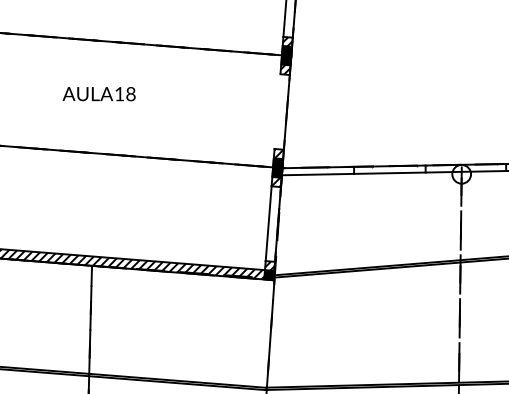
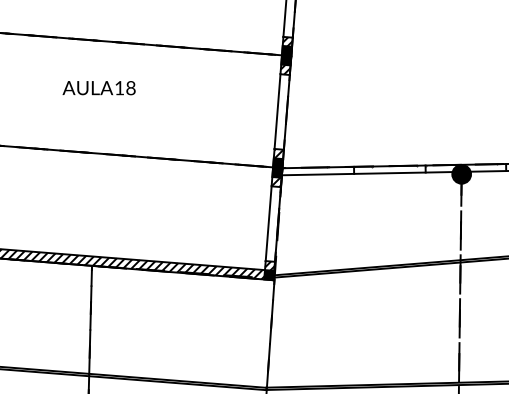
text at (98, 94) position: (98, 94) -> (98, 88)
line at (277, 111): none -> present
fill at (461, 173): none -> present
